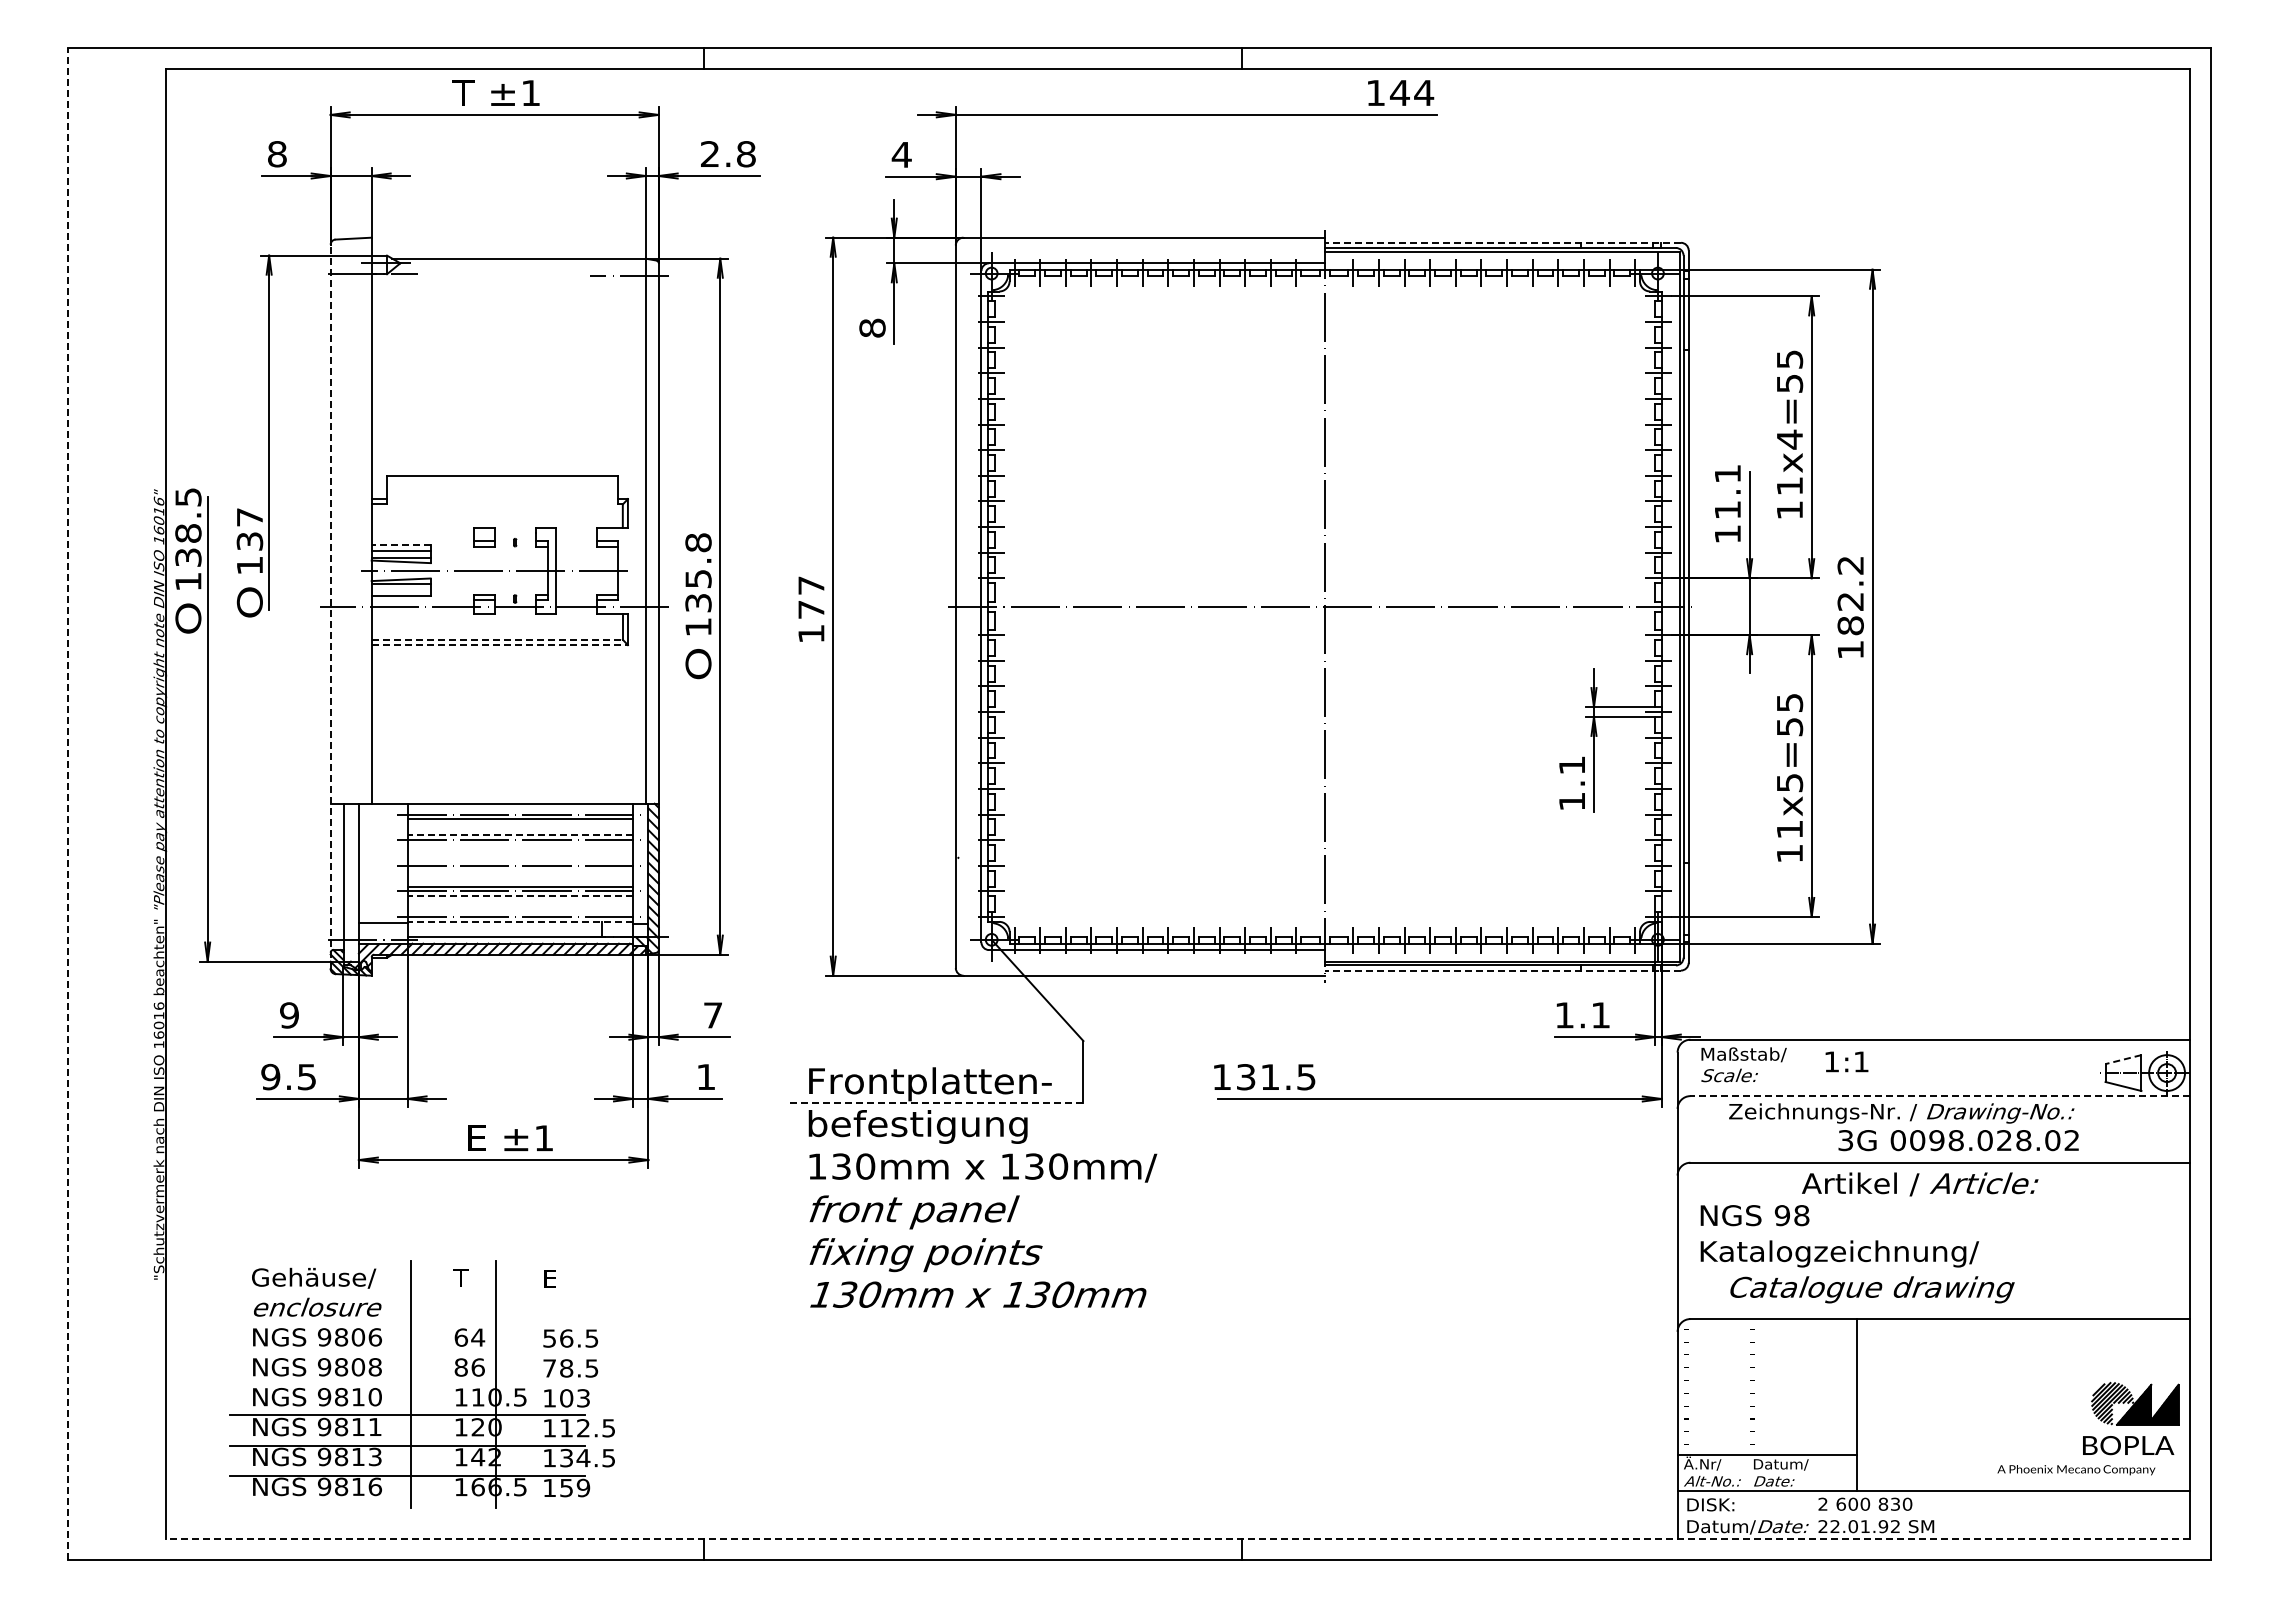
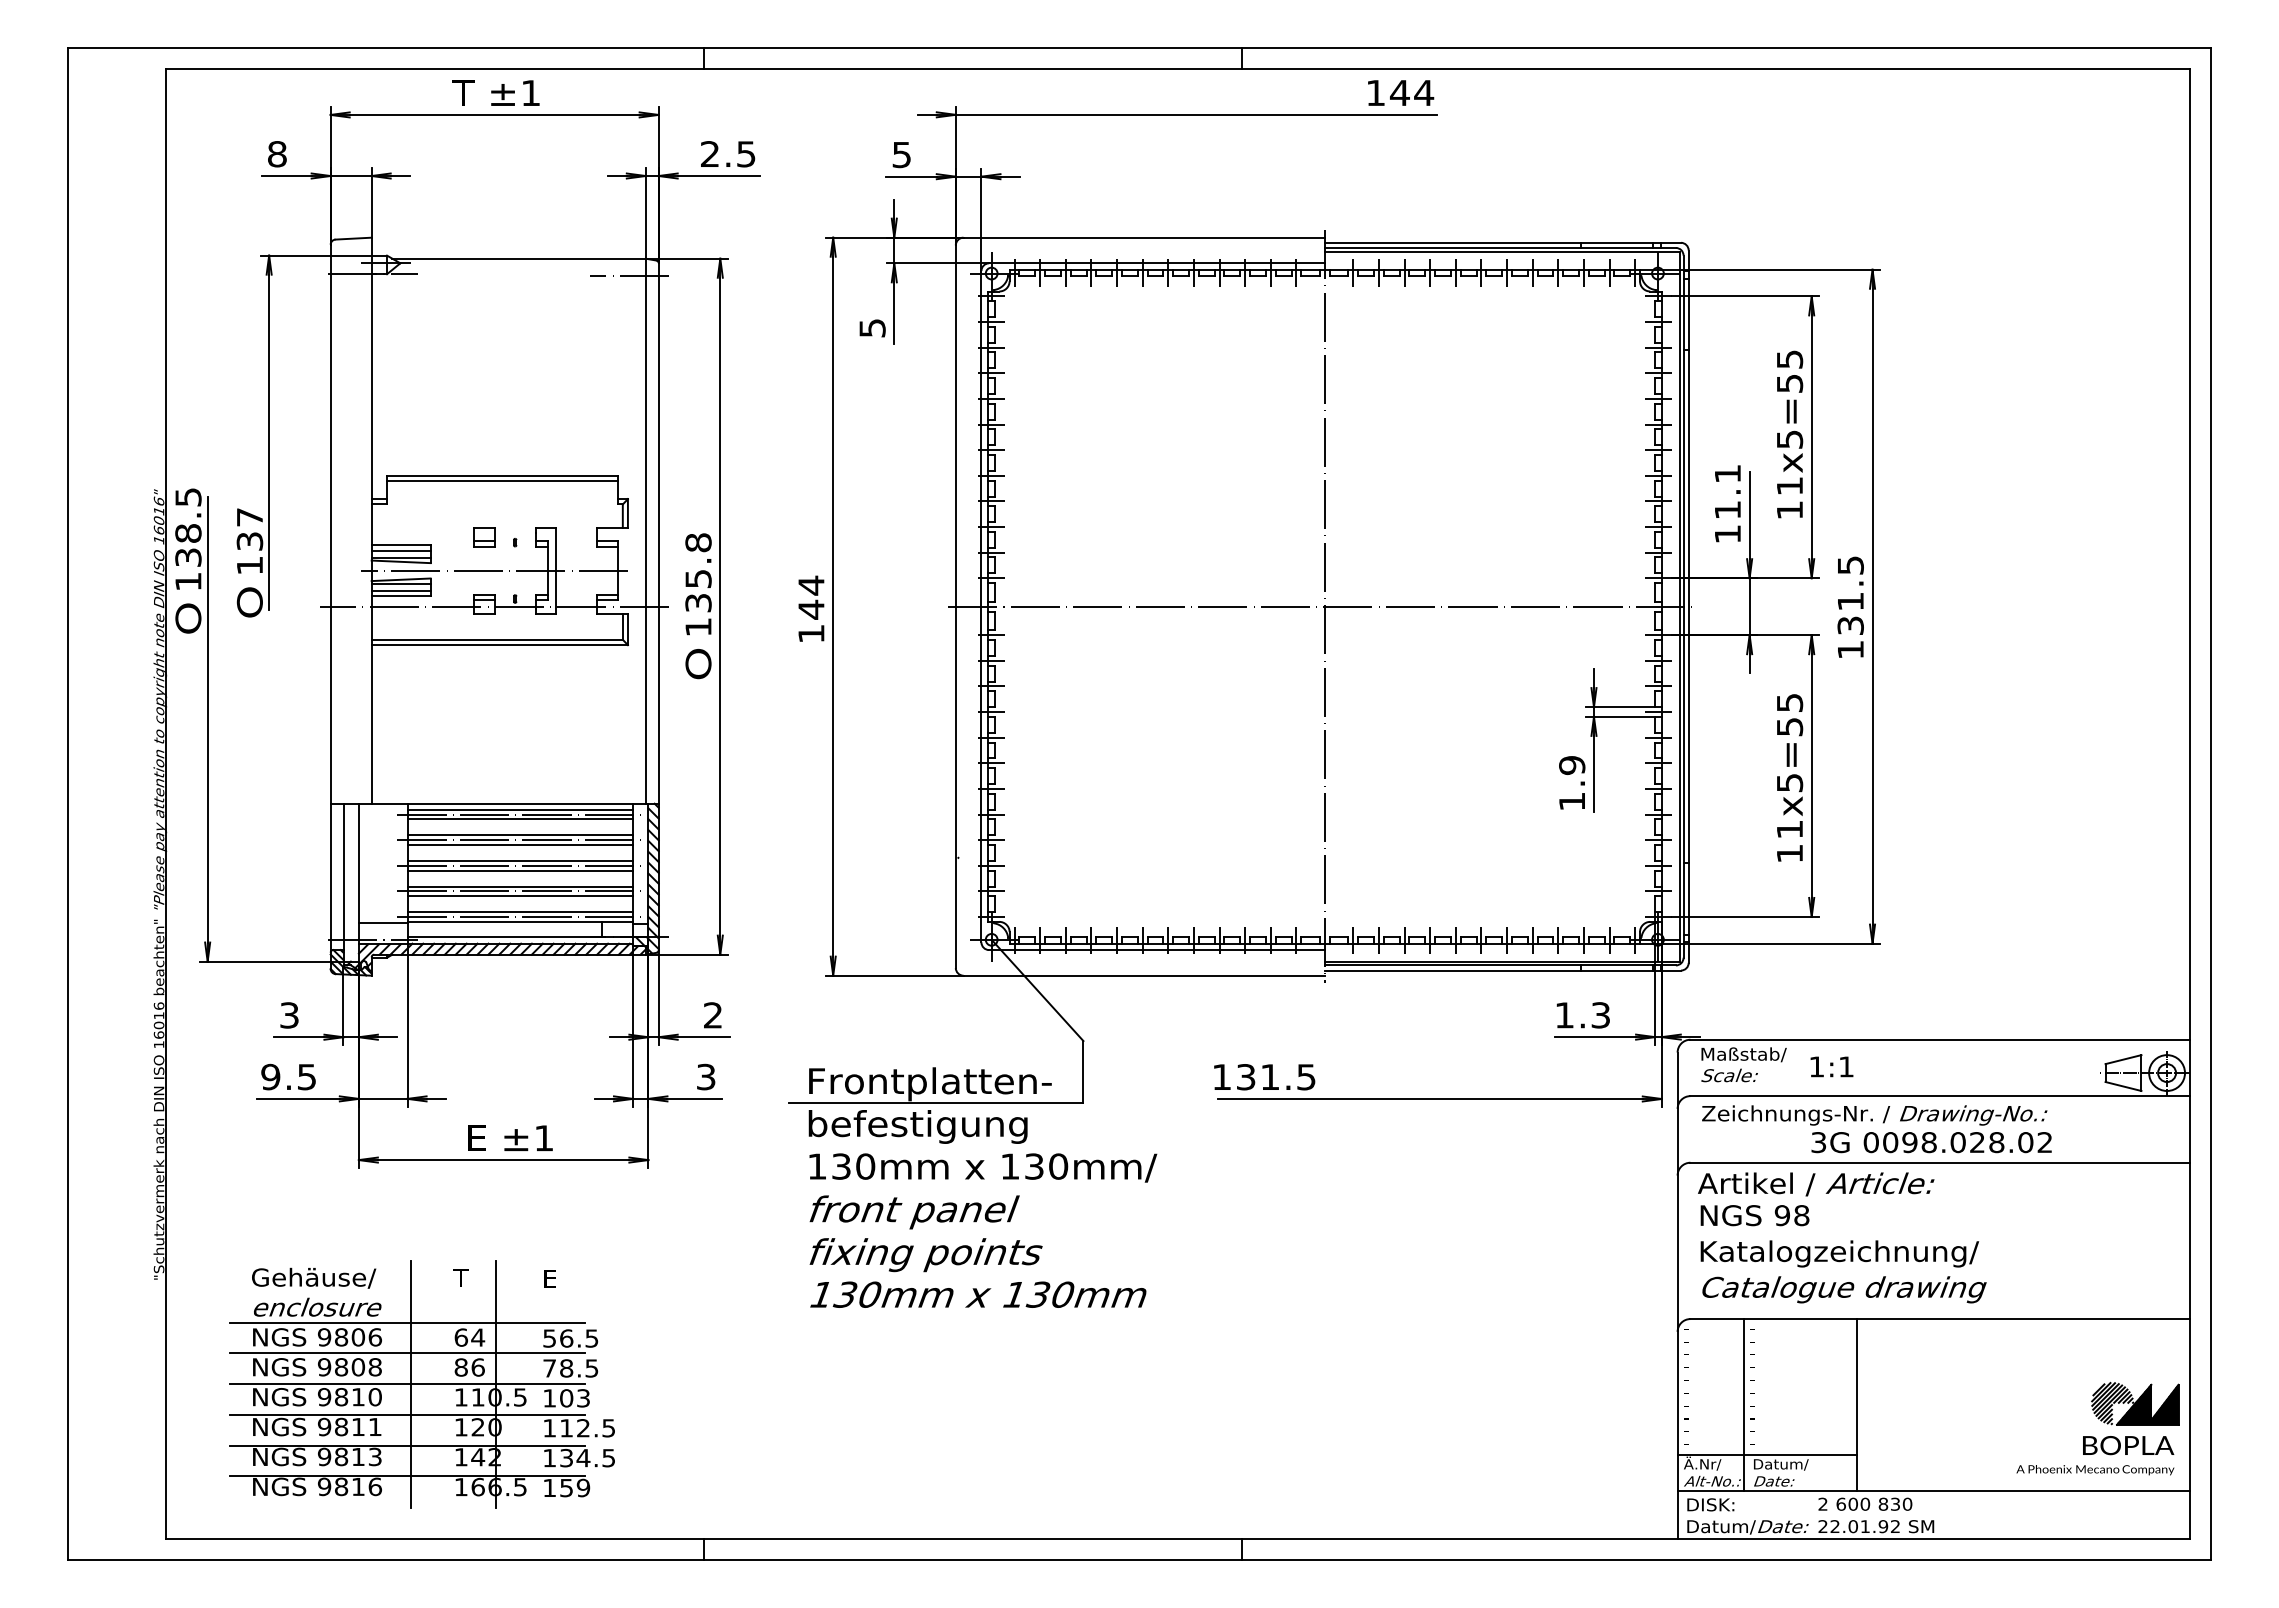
text at (746, 154): 2.8 -> 2.5
text at (901, 155): 4 -> 5
line at (1502, 242): dashed -> solid
text at (872, 327): 8 -> 5
text at (1790, 439): 11x4=55 -> 11x5=55
line at (502, 481): none -> present
line at (400, 545): dashed -> solid
line at (400, 591): none -> present
text at (1850, 595): 182.2 -> 131.5
text at (811, 597): 177 -> 144
line at (330, 606): dashed -> solid
line at (497, 639): dashed -> solid
line at (500, 645): dashed -> solid
text at (1572, 765): 1.1 -> 1.9
line at (68, 804): dashed -> solid
line at (520, 809): none -> present
line at (520, 835): dashed -> solid
line at (520, 845): none -> present
line at (520, 860): none -> present
line at (520, 870): none -> present
line at (520, 896): dashed -> solid
line at (520, 912): none -> present
line at (520, 921): dashed -> solid
line at (1502, 970): dashed -> solid
text at (289, 1015): 9 -> 3
text at (712, 1015): 7 -> 2
text at (1600, 1015): 1.1 -> 1.3
line at (2123, 1059): dashed -> solid
text at (1846, 1061) position: (1846, 1061) -> (1831, 1066)
text at (706, 1076): 1 -> 3
line at (1940, 1096): dashed -> solid
line at (935, 1102): dashed -> solid
text at (1903, 1127) position: (1903, 1127) -> (1876, 1129)
text at (1920, 1184) position: (1920, 1184) -> (1816, 1184)
text at (1872, 1289) position: (1872, 1289) -> (1844, 1289)
line at (407, 1322): none -> present
line at (407, 1353): none -> present
line at (407, 1384): none -> present
line at (1744, 1404): none -> present
text at (2076, 1470) position: (2076, 1470) -> (2095, 1470)
line at (1177, 1539): dashed -> solid
